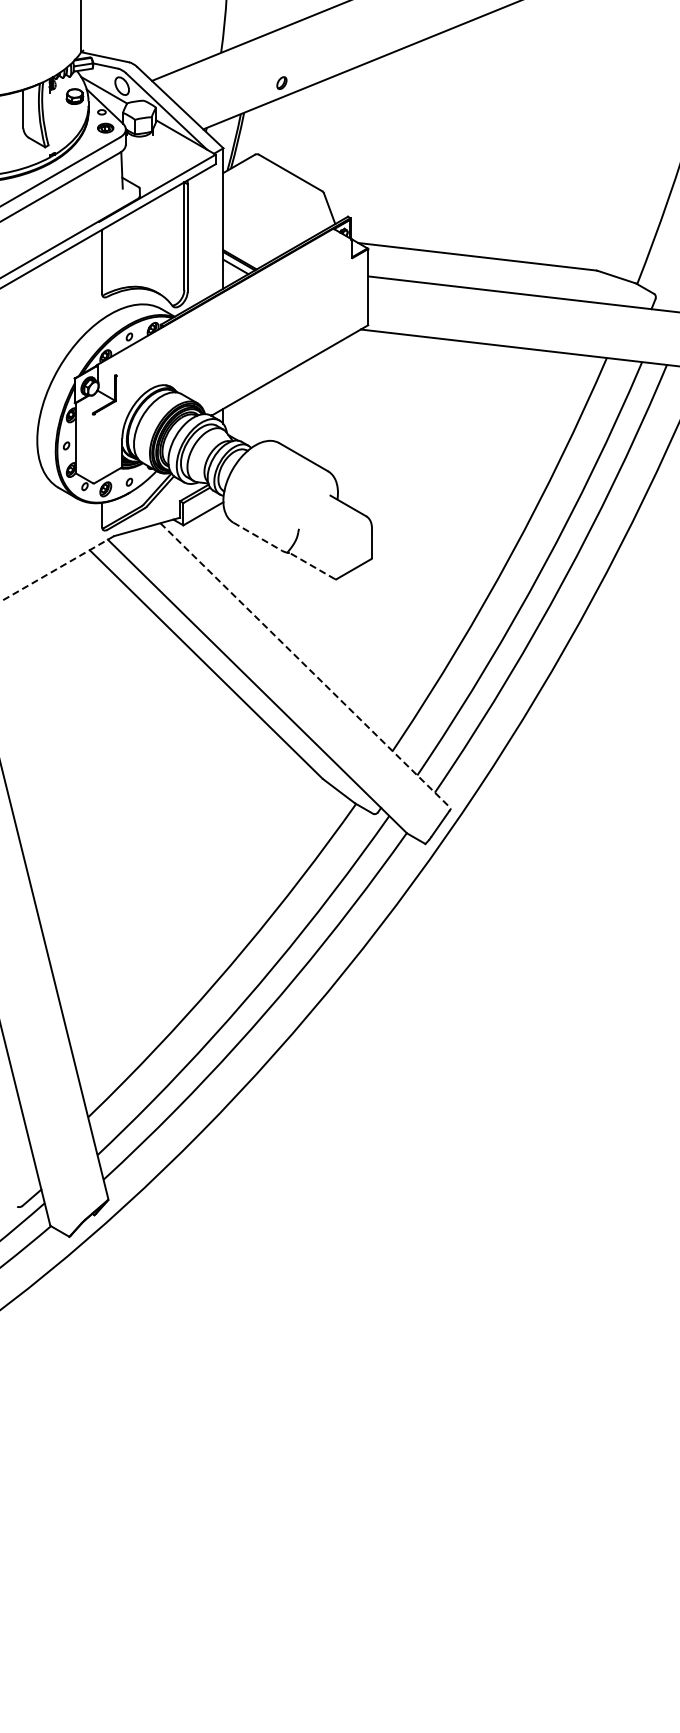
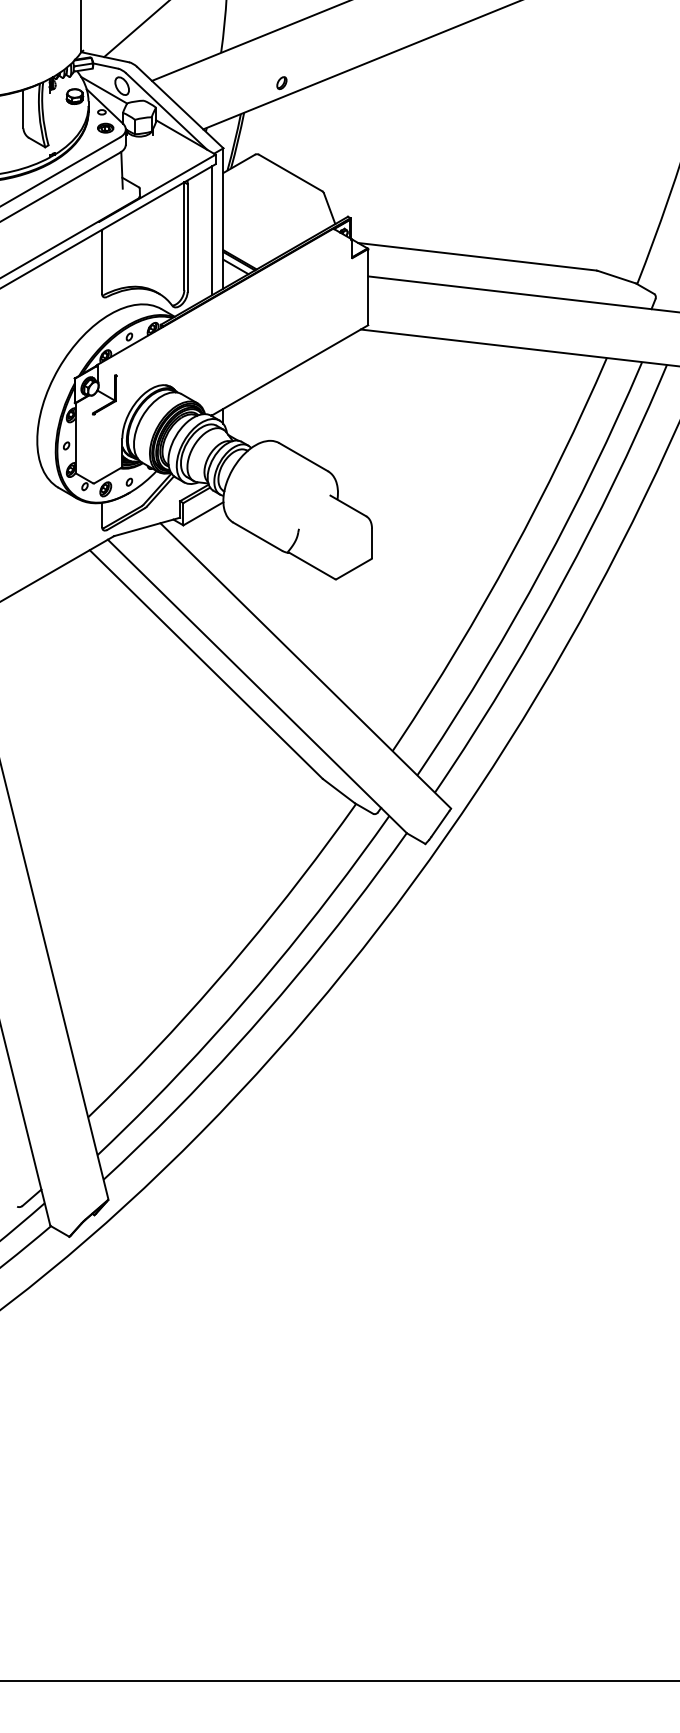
line at (135, 29): none -> present
line at (212, 230): none -> present
line at (258, 536): dashed -> solid
line at (312, 565): dashed -> solid
line at (56, 569): dashed -> solid
line at (305, 665): dashed -> solid
line at (339, 1681): none -> present
